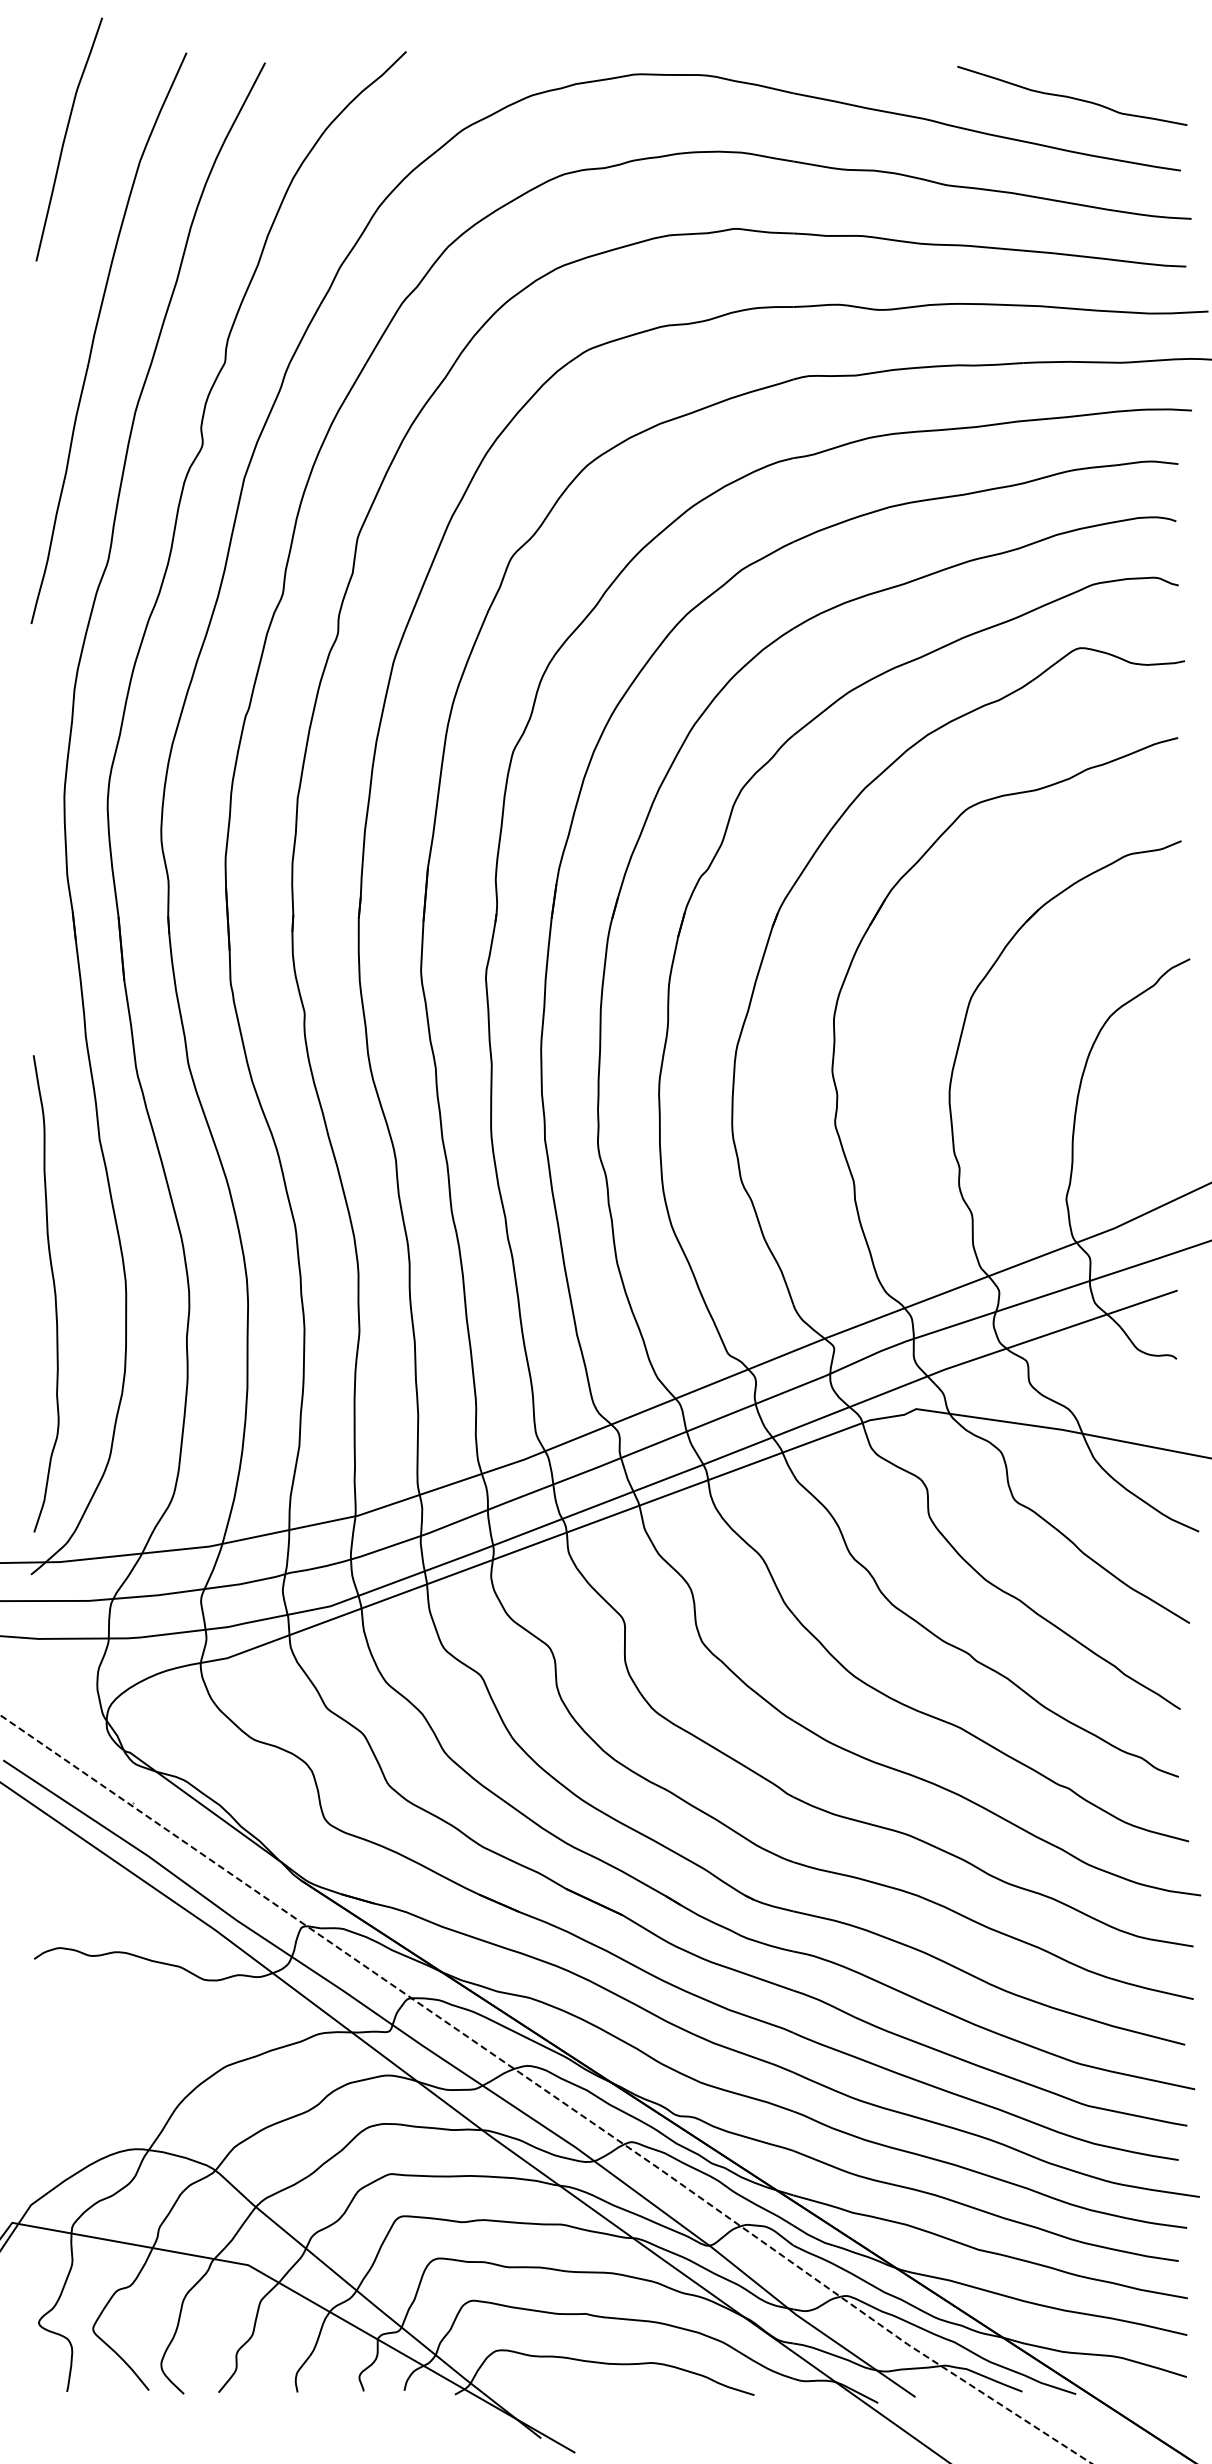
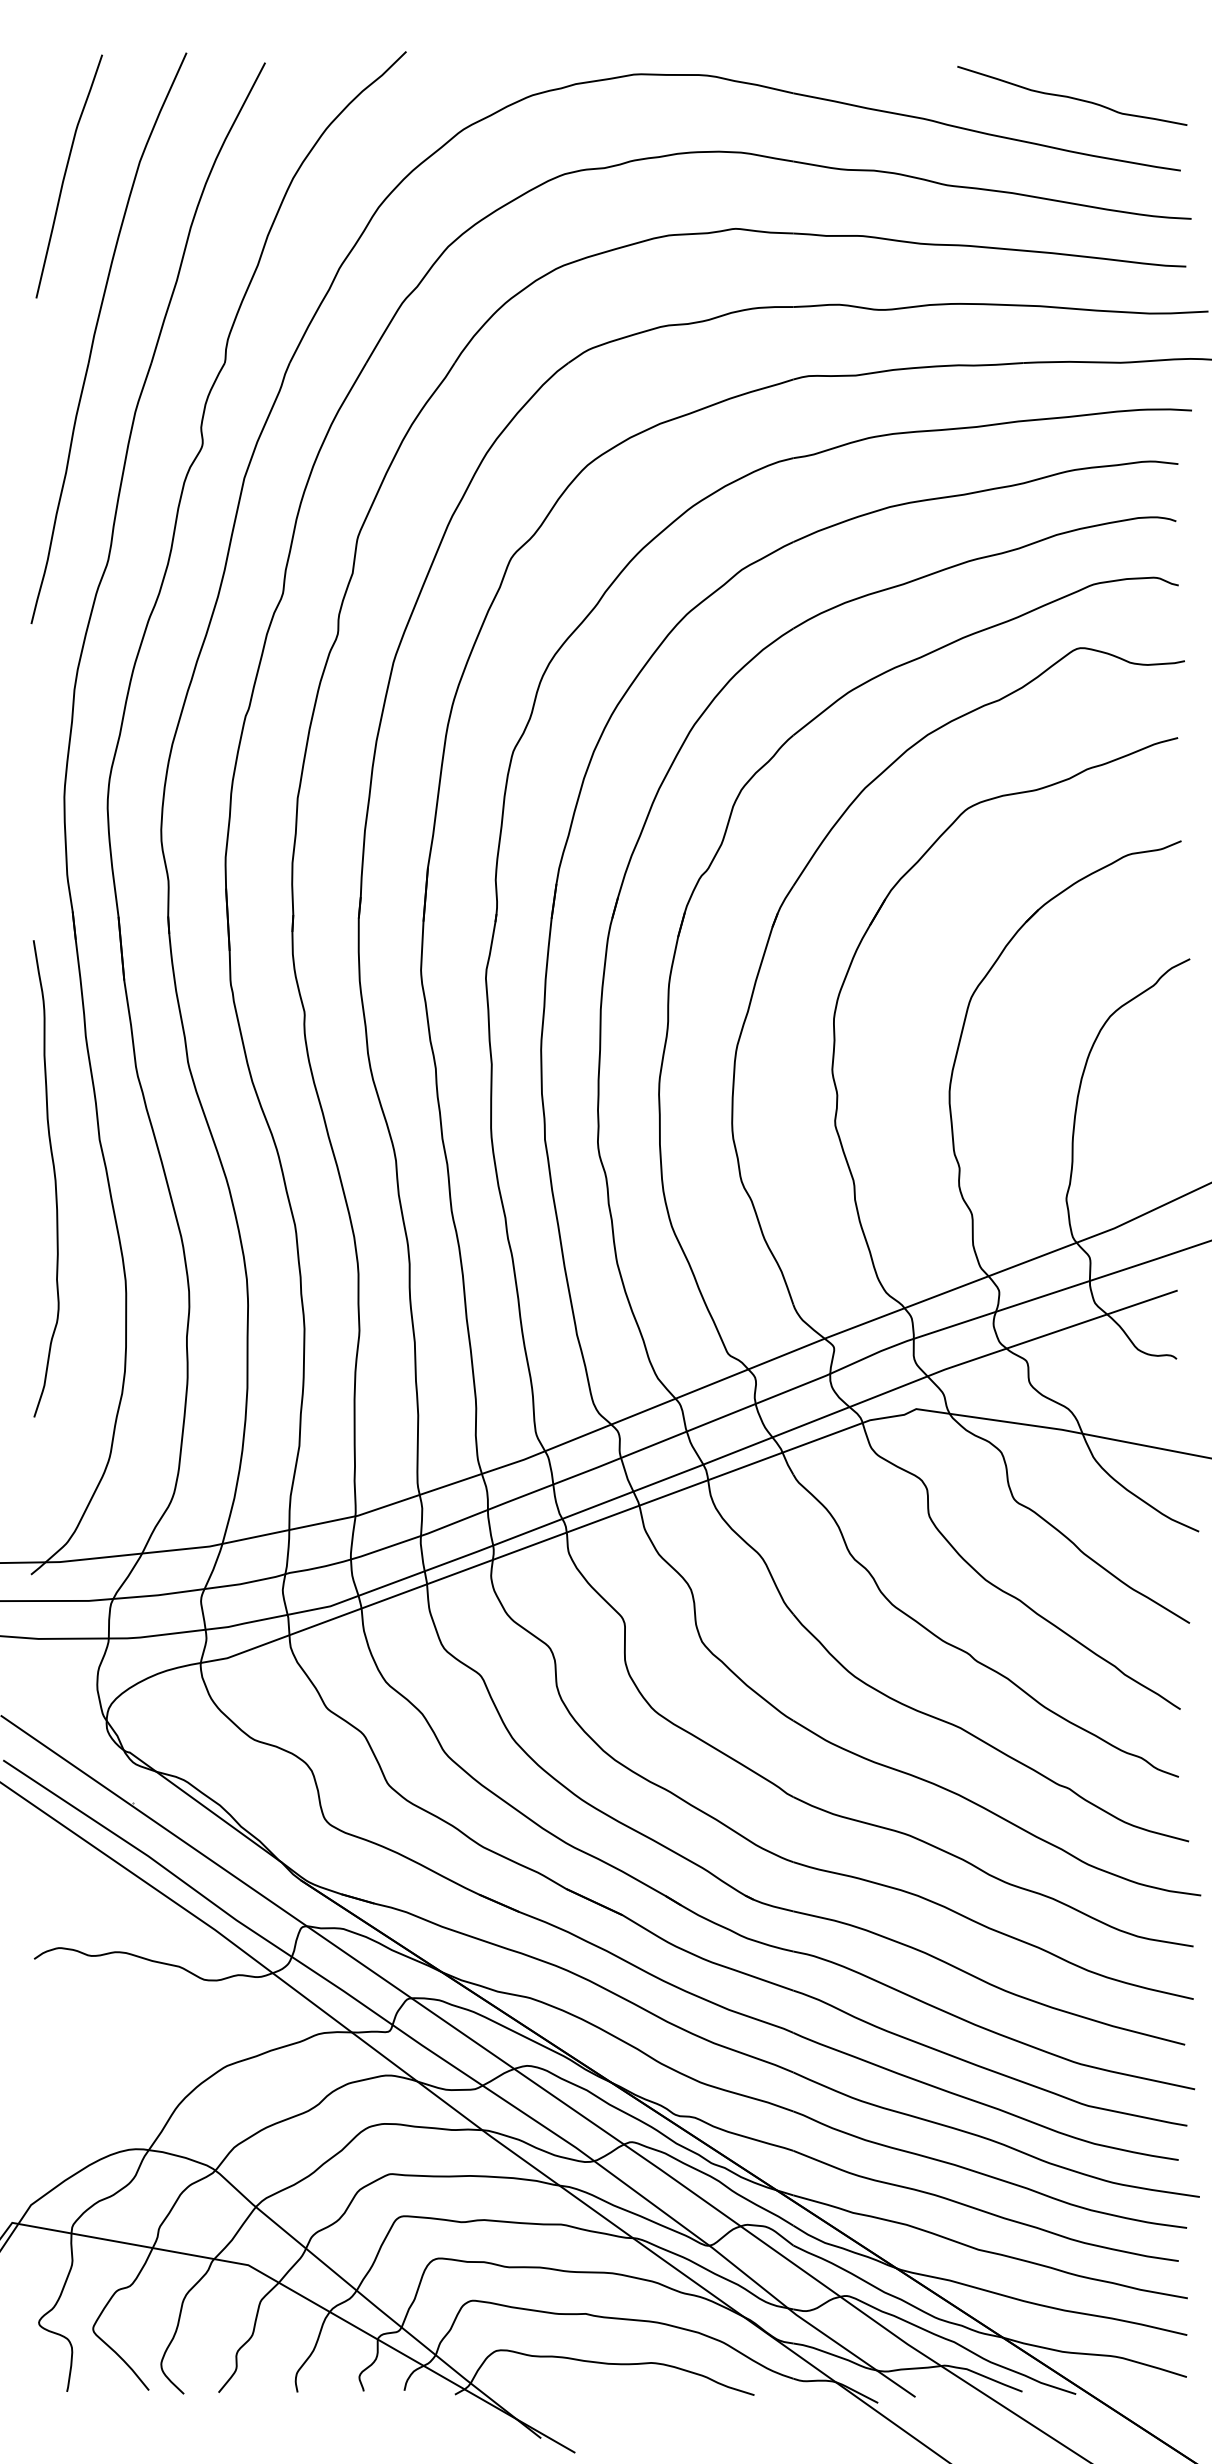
curve at (65, 139) position: (65, 139) -> (65, 176)
curve at (53, 1289) position: (53, 1289) -> (53, 1174)
line at (546, 2091): dashed -> solid
